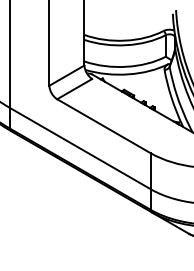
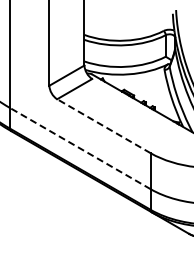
line at (103, 126): solid -> dashed
line at (80, 148): solid -> dashed
